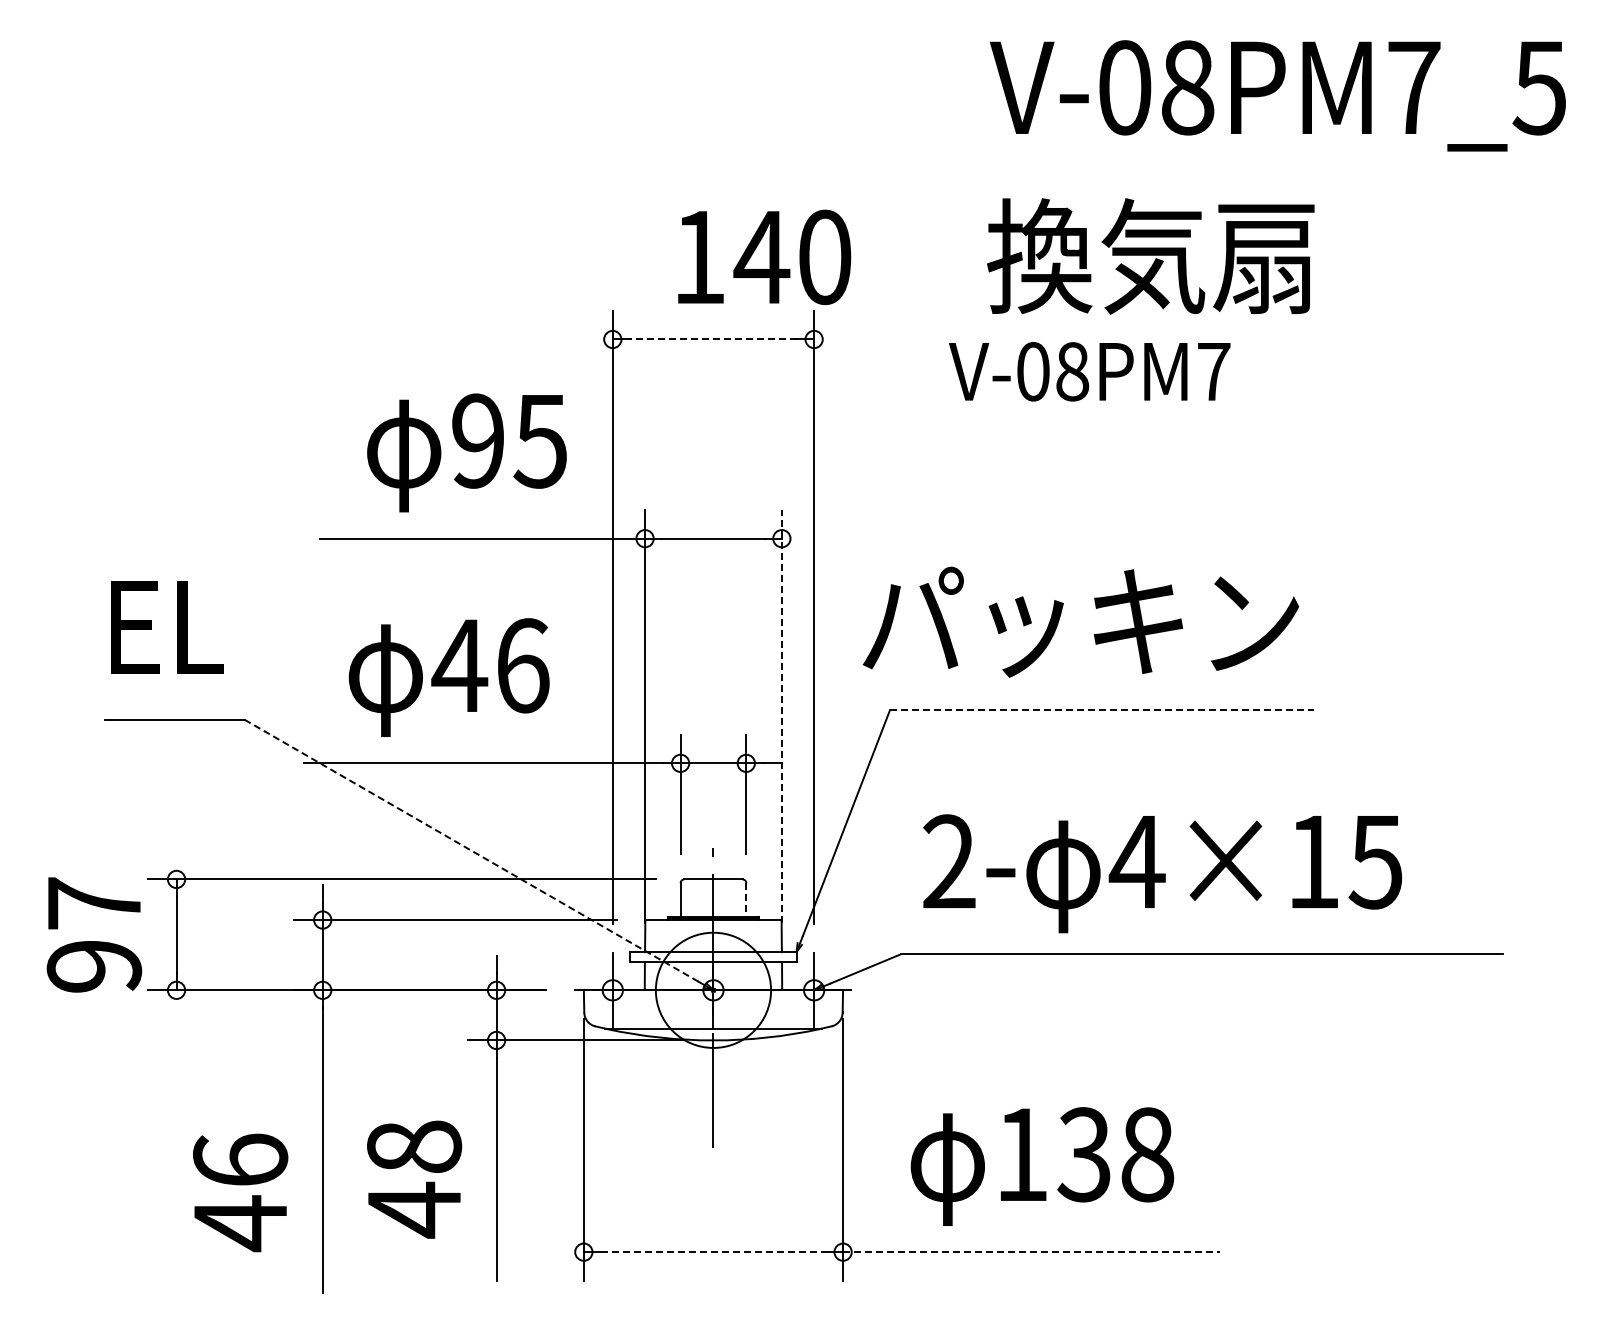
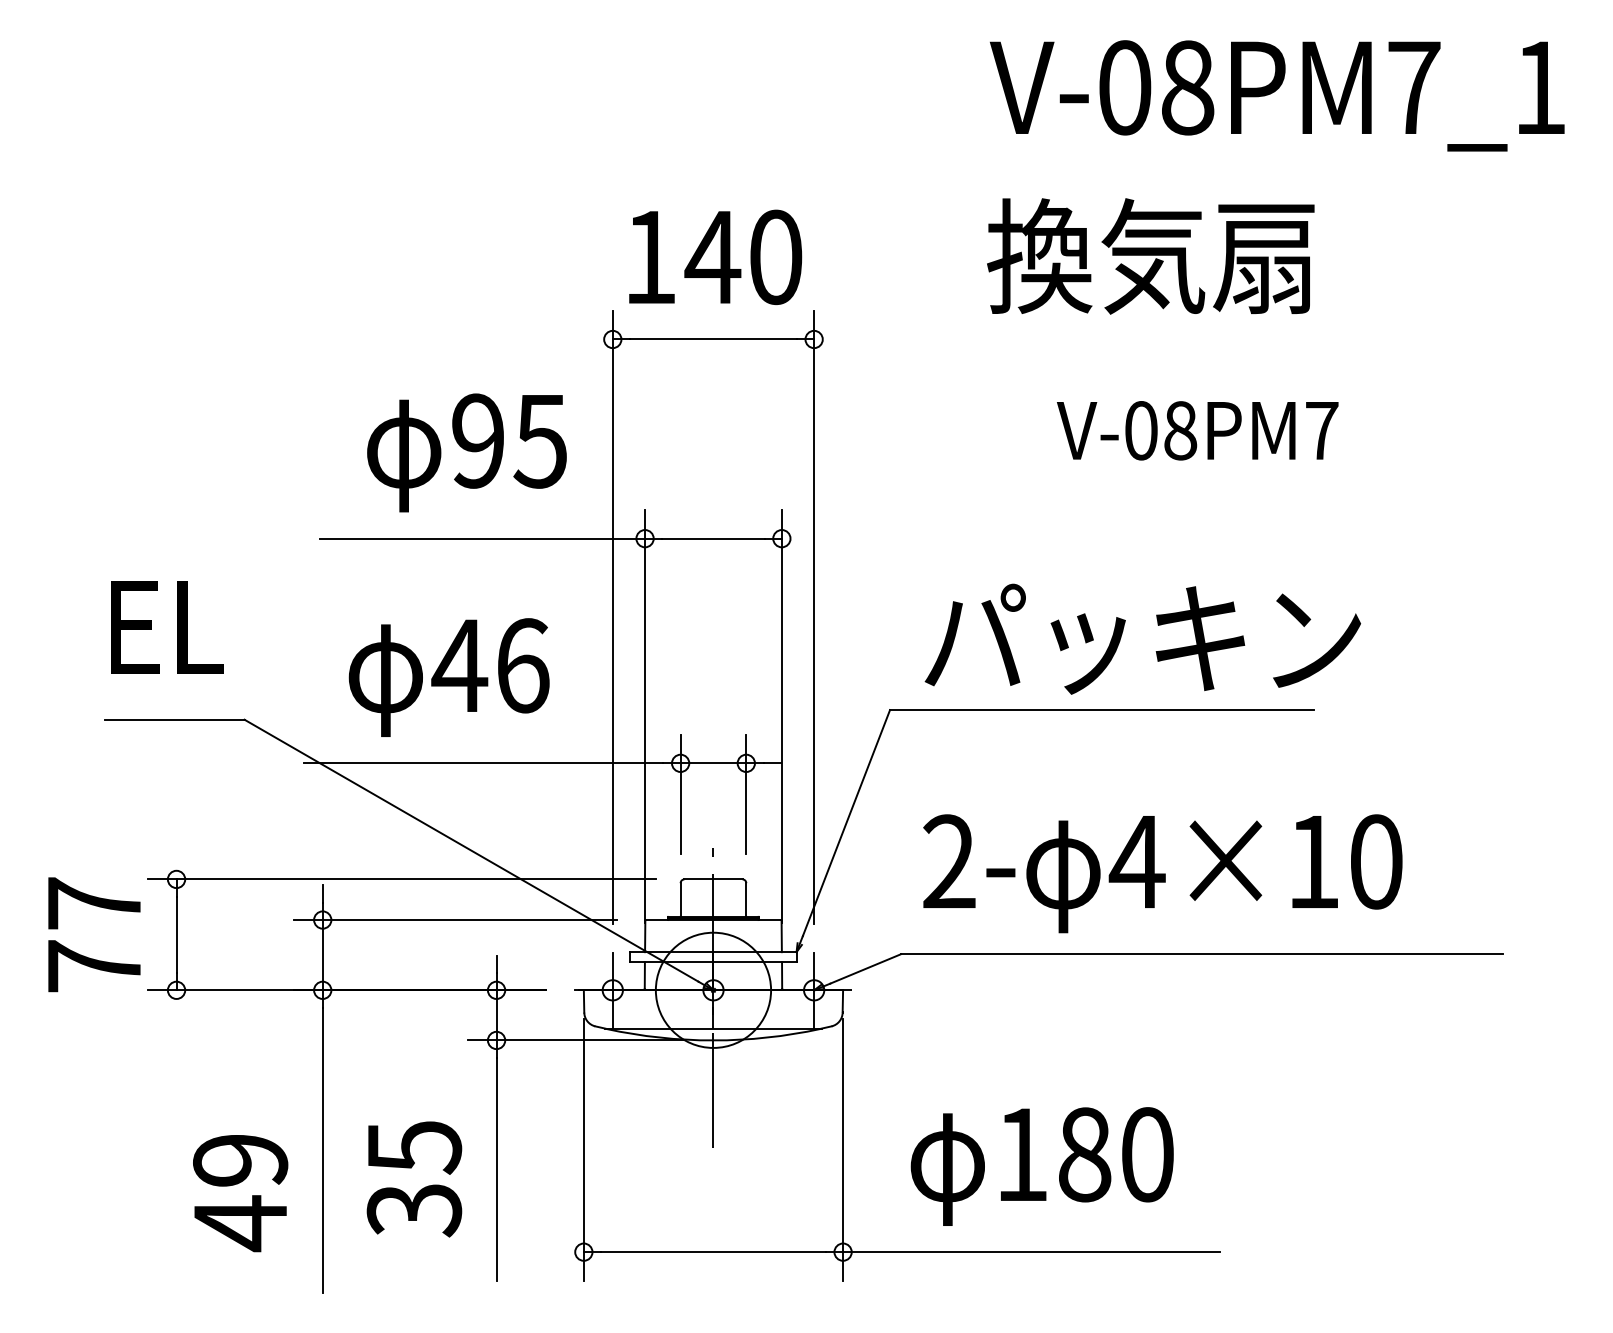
text at (1538, 88): V-08PM7_5 -> V-08PM7_1
text at (764, 256) position: (764, 256) -> (715, 256)
line at (712, 339): dashed -> solid
text at (1089, 371) position: (1089, 371) -> (1197, 430)
text at (1080, 621) position: (1080, 621) -> (1142, 638)
line at (1101, 710): dashed -> solid
line at (781, 716): dashed -> solid
line at (471, 850): dashed -> solid
text at (1375, 861): 4×15 -> 4×10
line at (746, 900): dashed -> solid
text at (94, 966): 97 -> 77
text at (1115, 1154): 138 -> 180
text at (240, 1159): 46 -> 49
text at (414, 1179): 48 -> 35
line at (713, 1252): dashed -> solid
line at (1031, 1252): dashed -> solid
